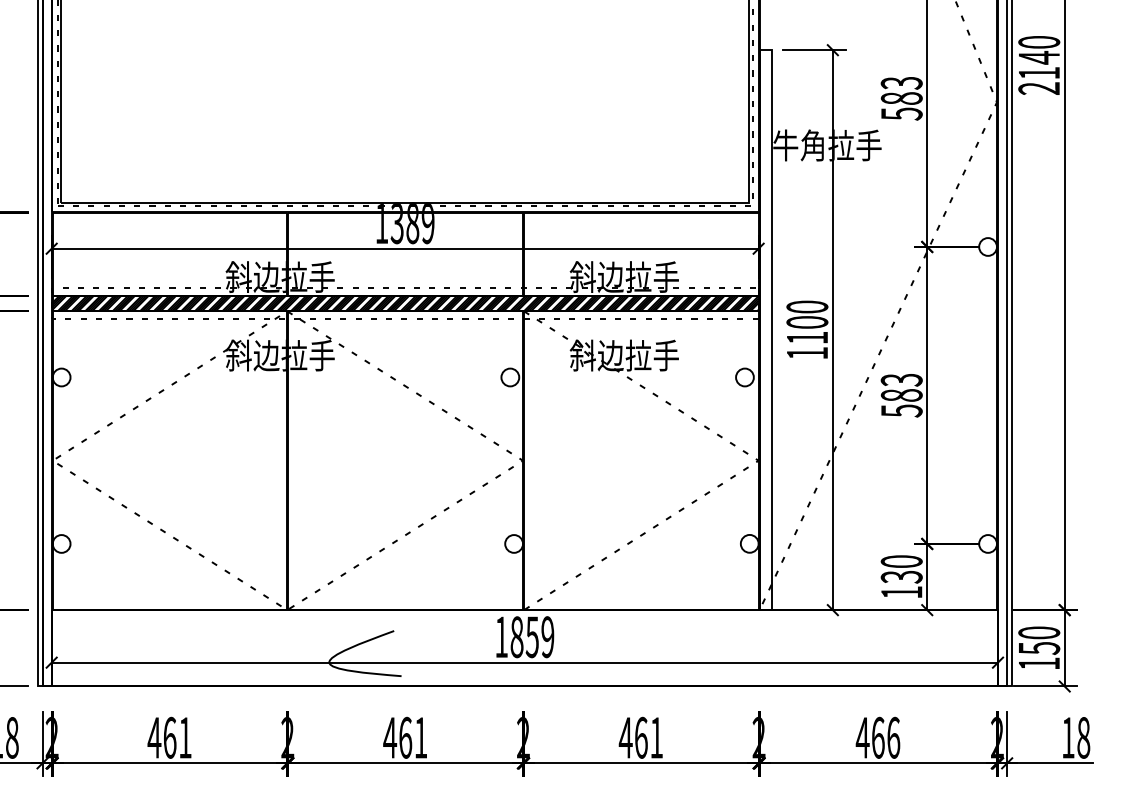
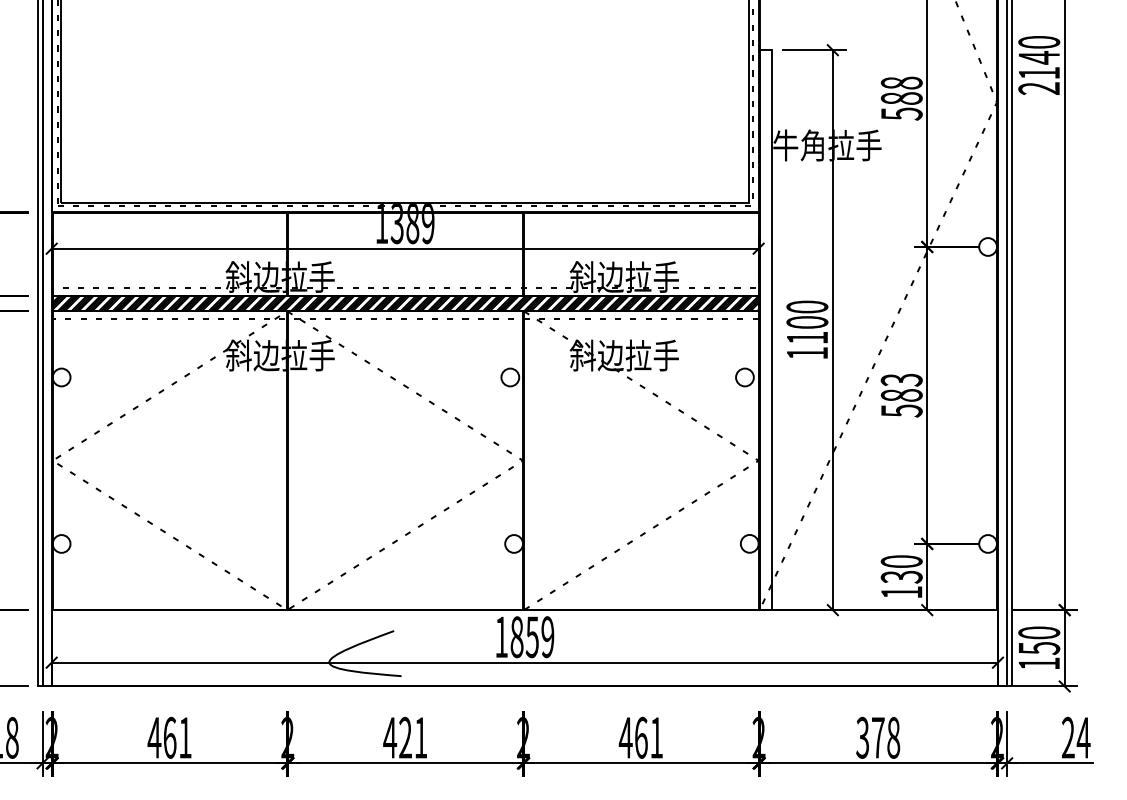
text at (901, 82): 583 -> 588
text at (405, 737): 461 -> 421
text at (877, 737): 466 -> 378
text at (1076, 737): 18 -> 24
